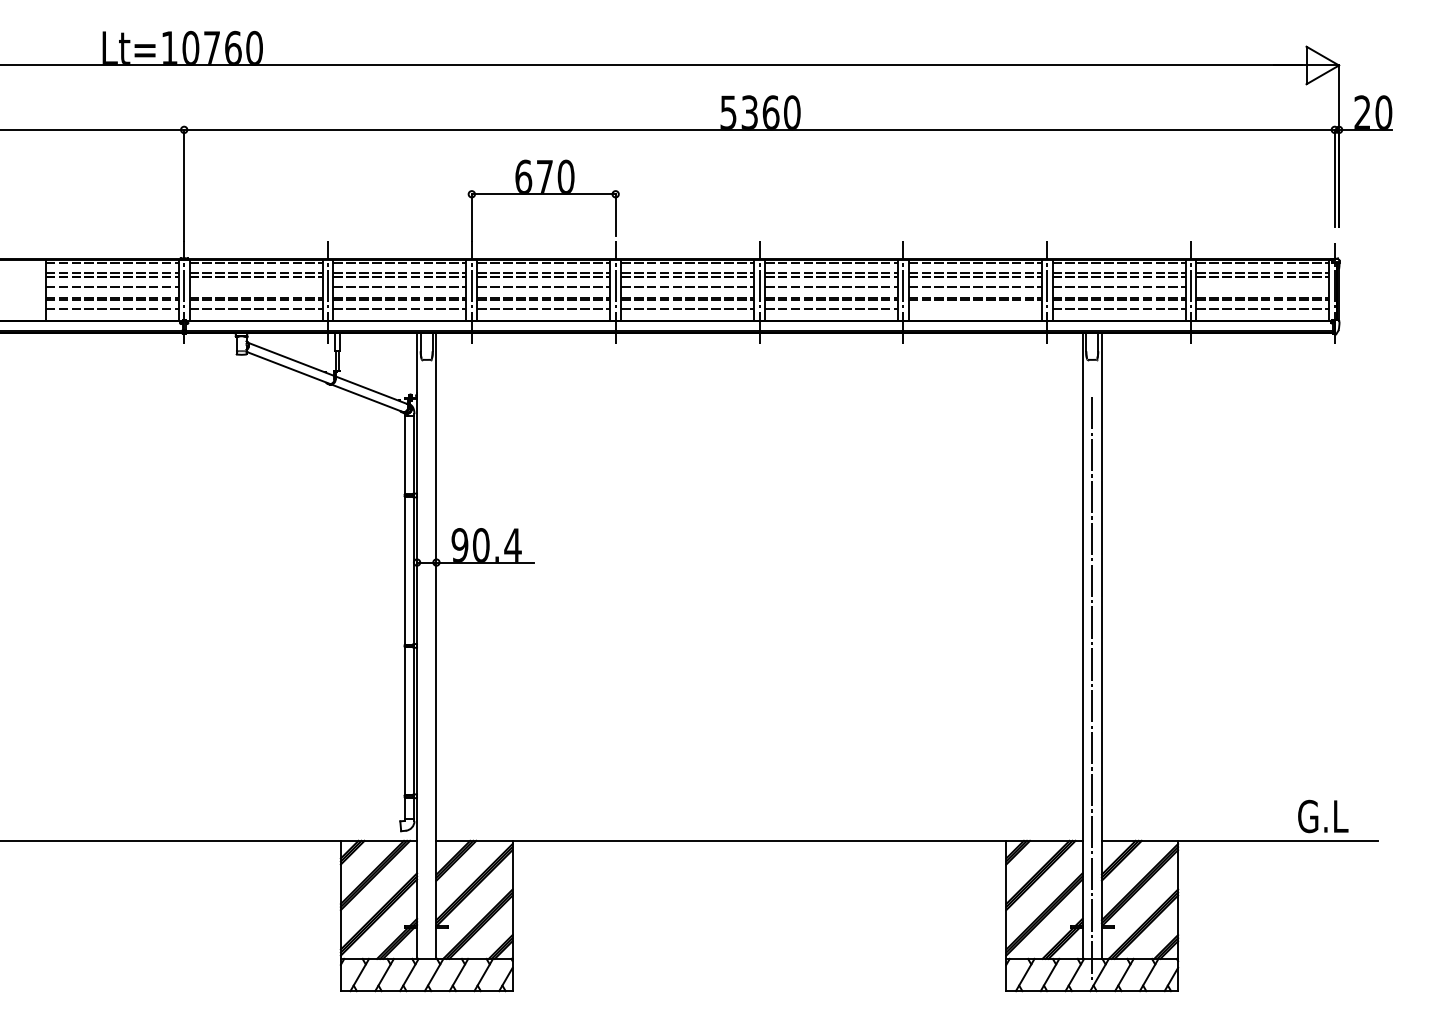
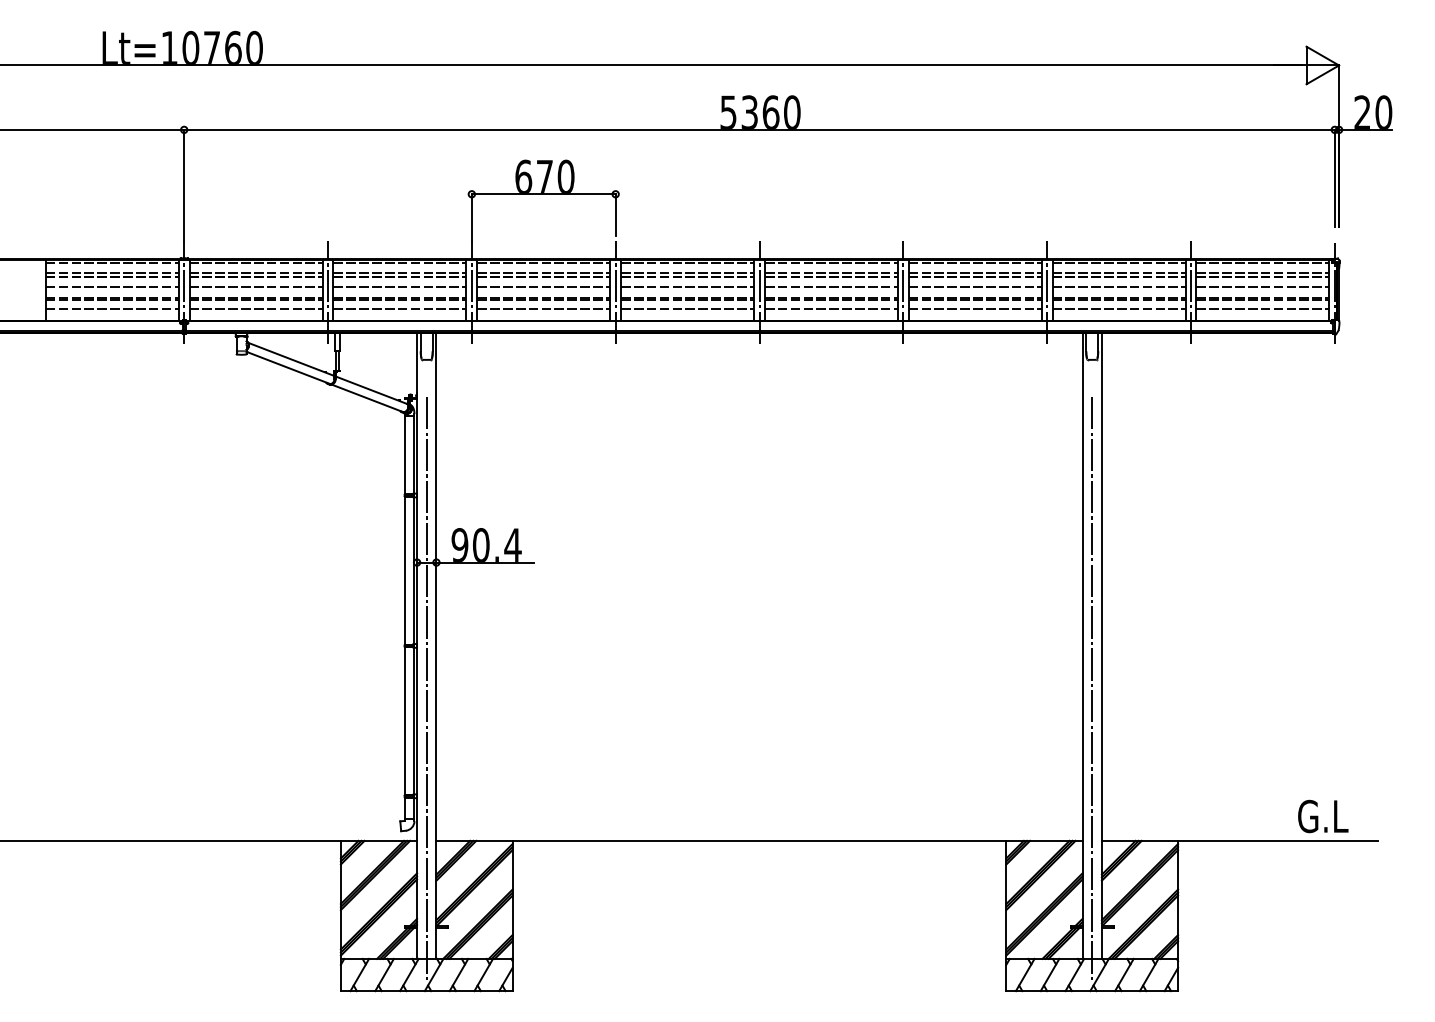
line at (255, 286): none -> present
line at (1262, 286): none -> present
line at (974, 309): none -> present
line at (426, 688): none -> present
